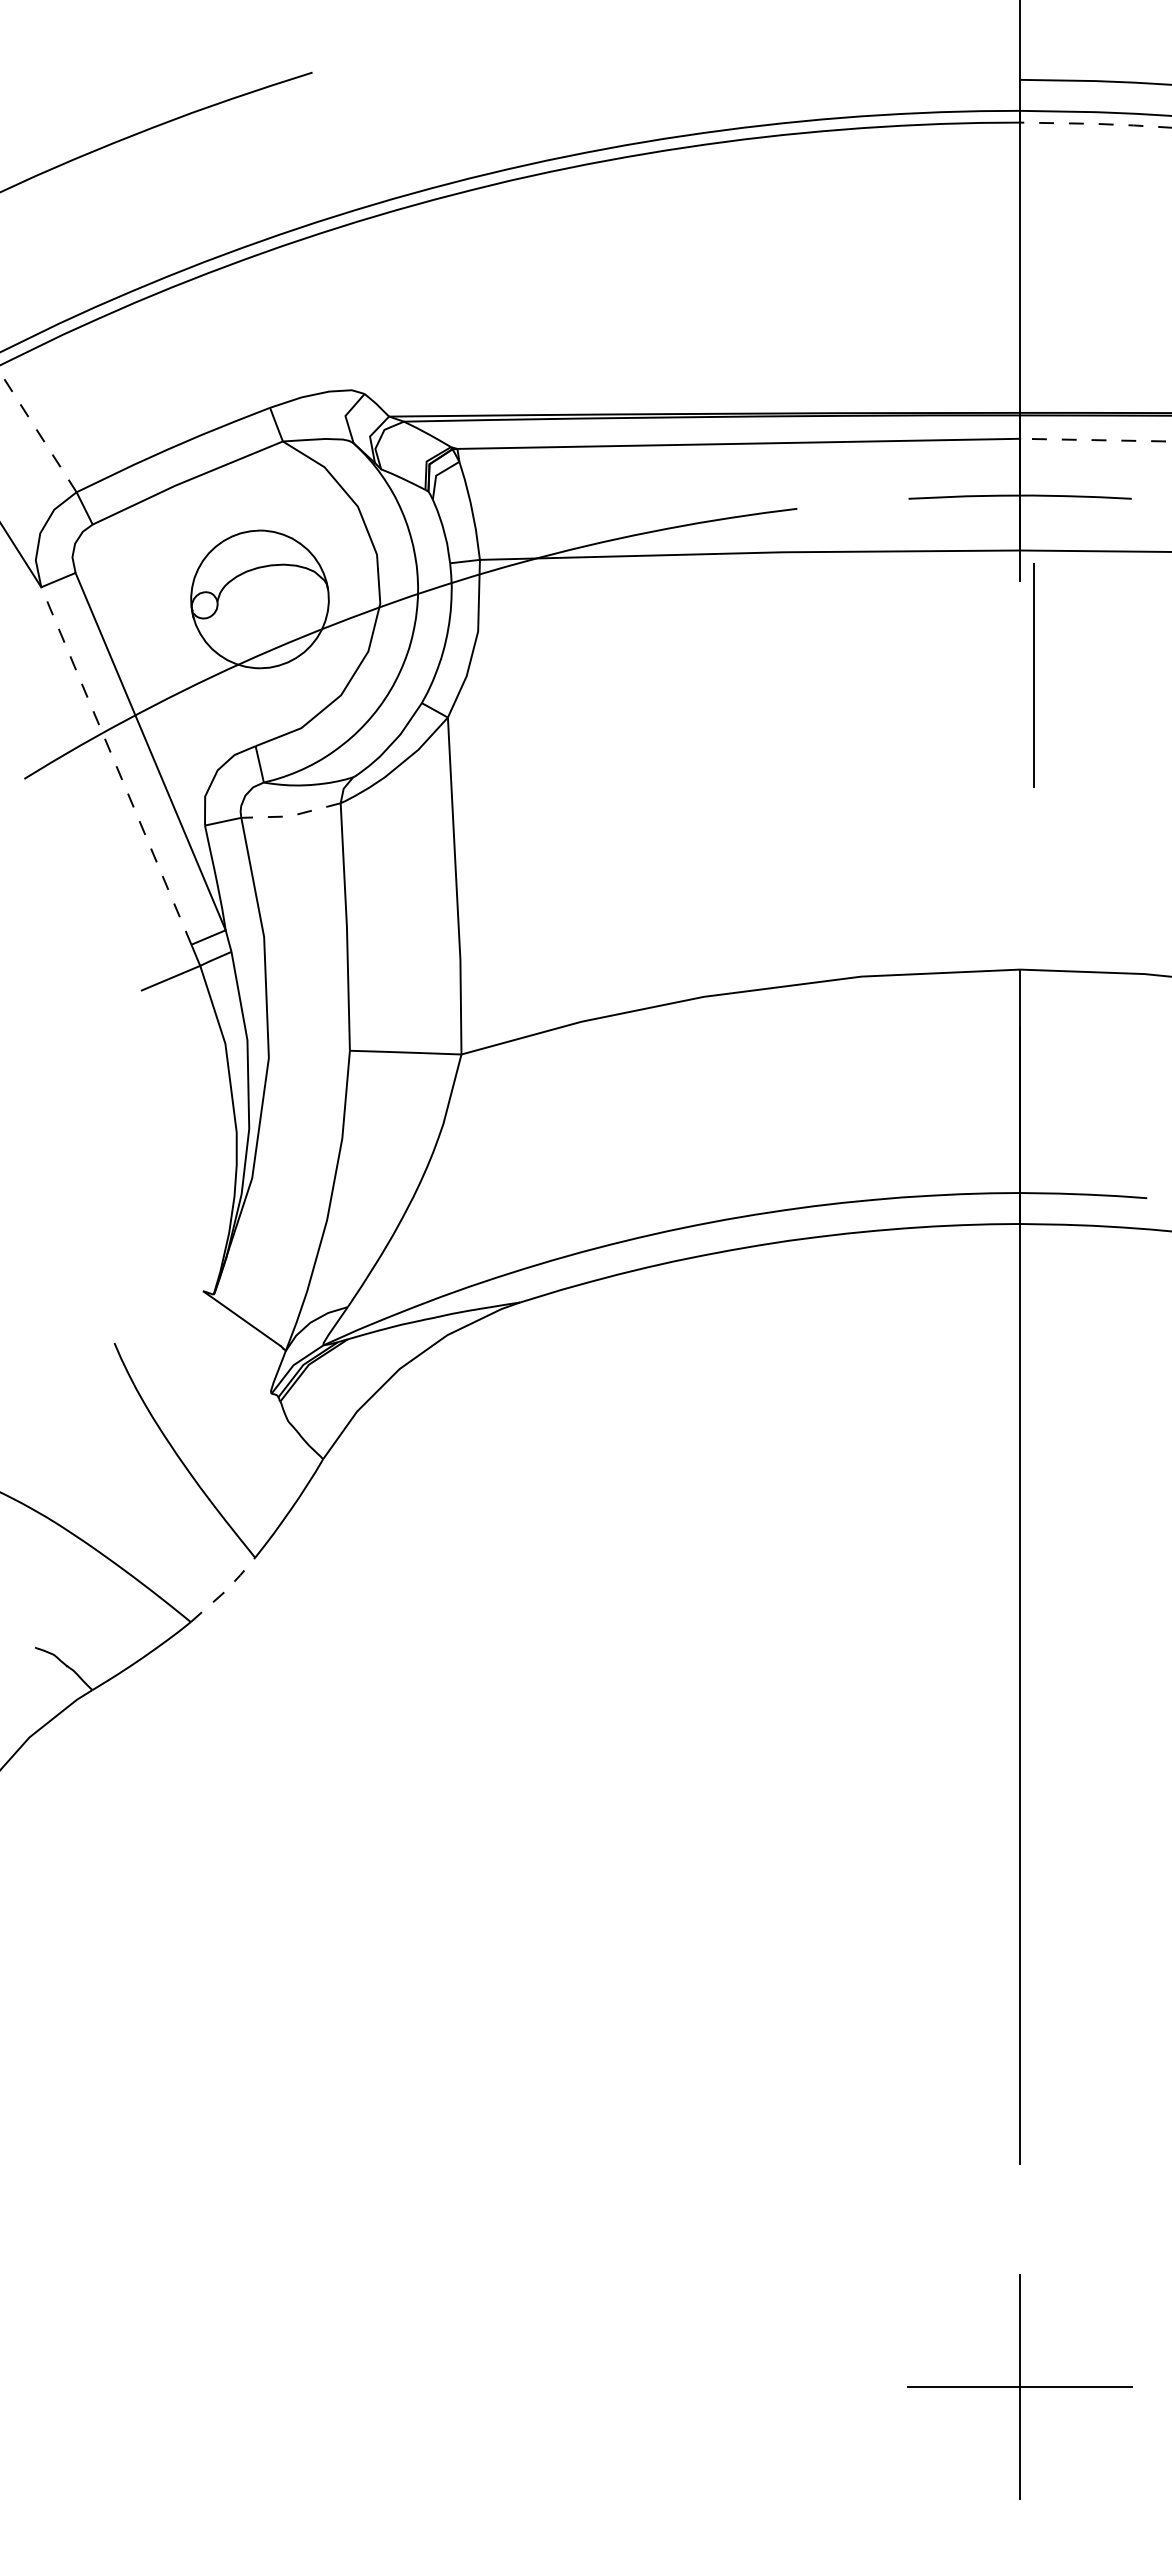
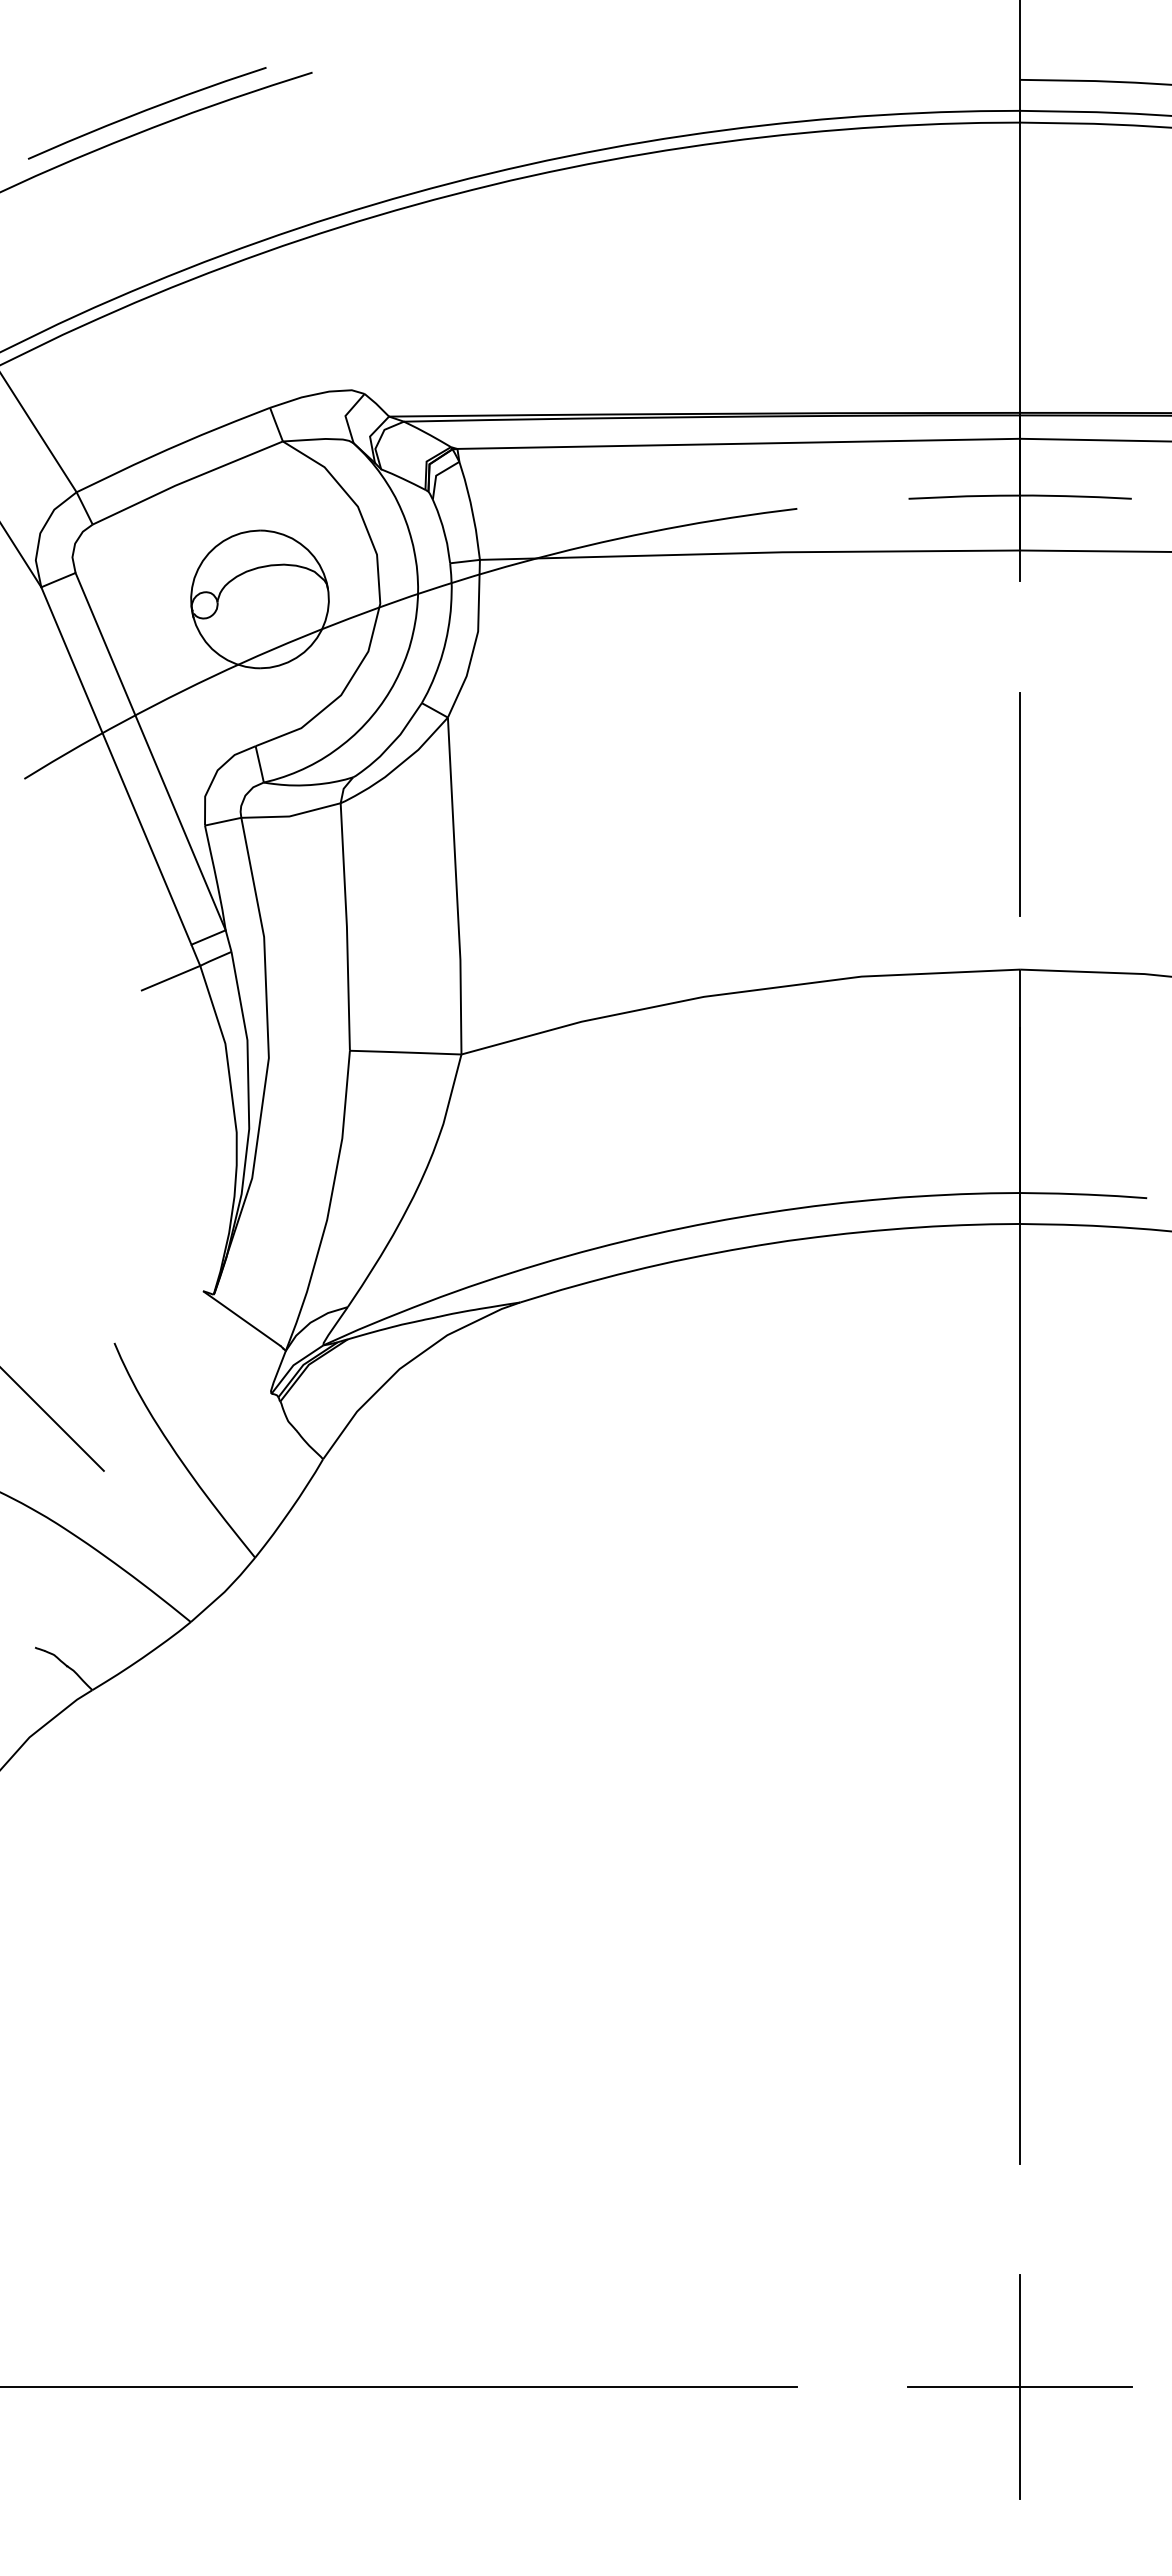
curve at (146, 111): none -> present
line at (1095, 123): dashed -> solid
line at (38, 432): dashed -> solid
line at (1095, 440): dashed -> solid
line at (1033, 675) position: (1033, 675) -> (1019, 804)
line at (116, 766): dashed -> solid
line at (290, 816): dashed -> solid
line at (52, 1419): none -> present
line at (225, 1591): dashed -> solid
line at (399, 2387): none -> present
